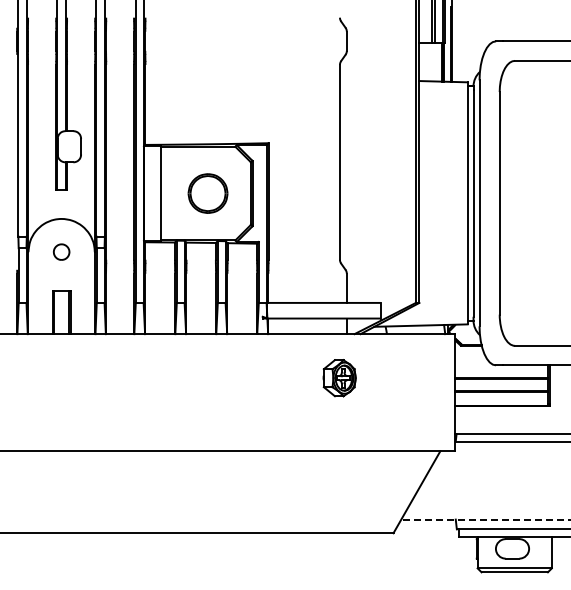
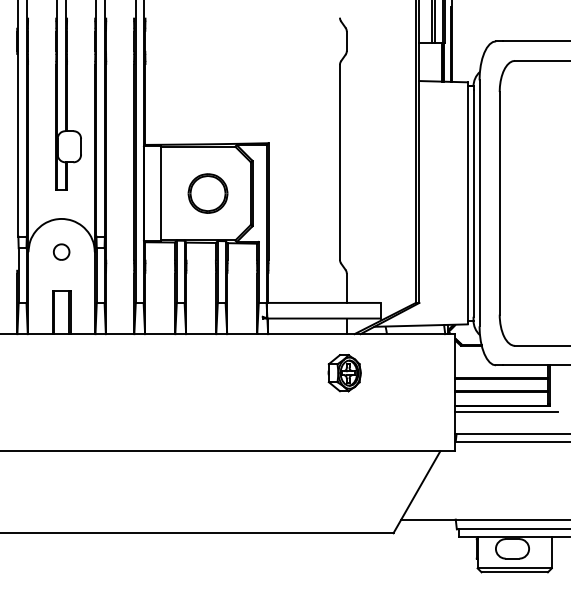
part at (339, 378) position: (339, 378) -> (344, 373)
line at (506, 411): none -> present
line at (485, 519): dashed -> solid
